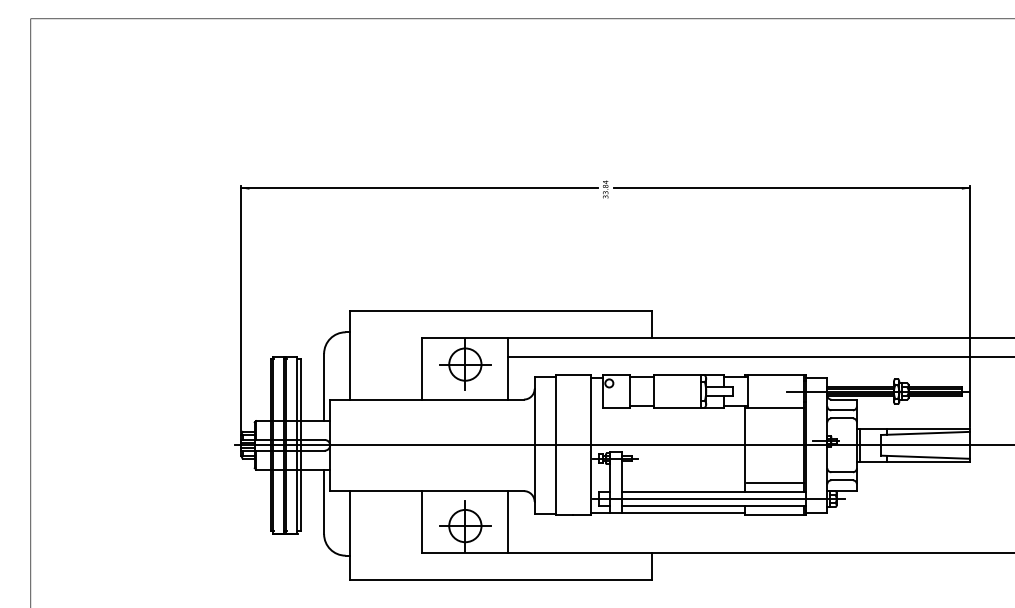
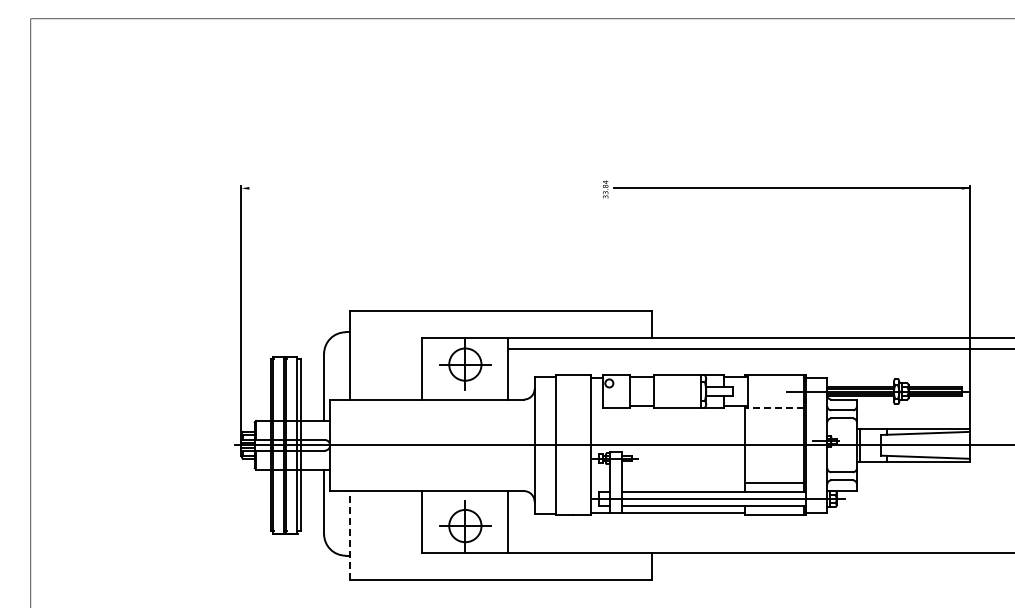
line at (419, 188): present -> none
line at (759, 357) position: (759, 357) -> (759, 349)
line at (774, 407): solid -> dashed
line at (349, 534): solid -> dashed
